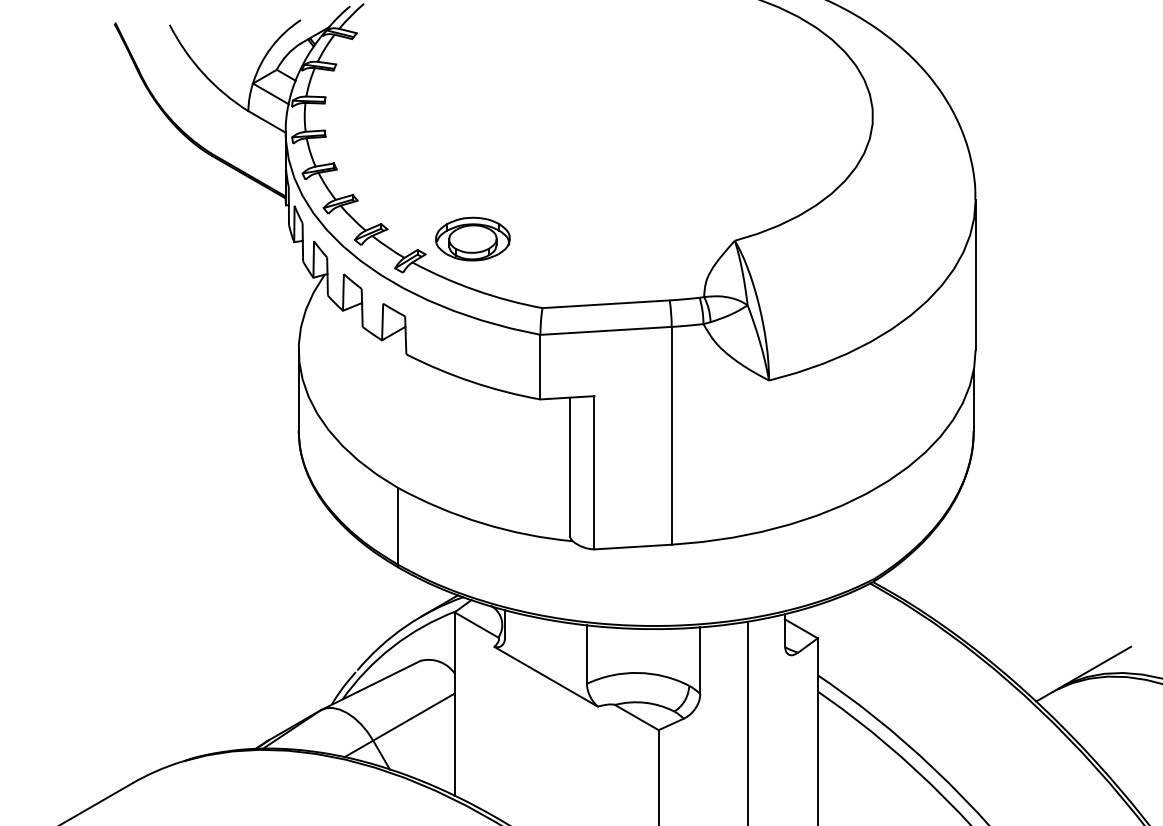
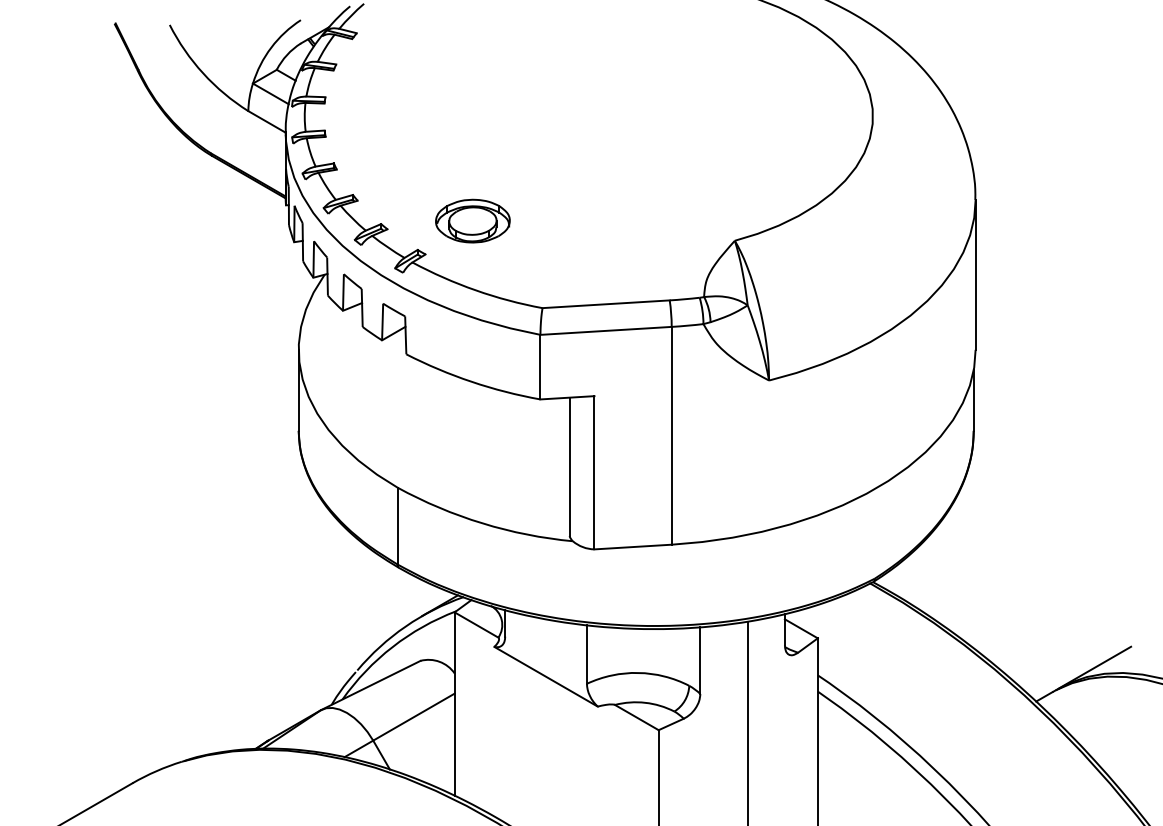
part at (472, 238) position: (472, 238) -> (472, 220)
